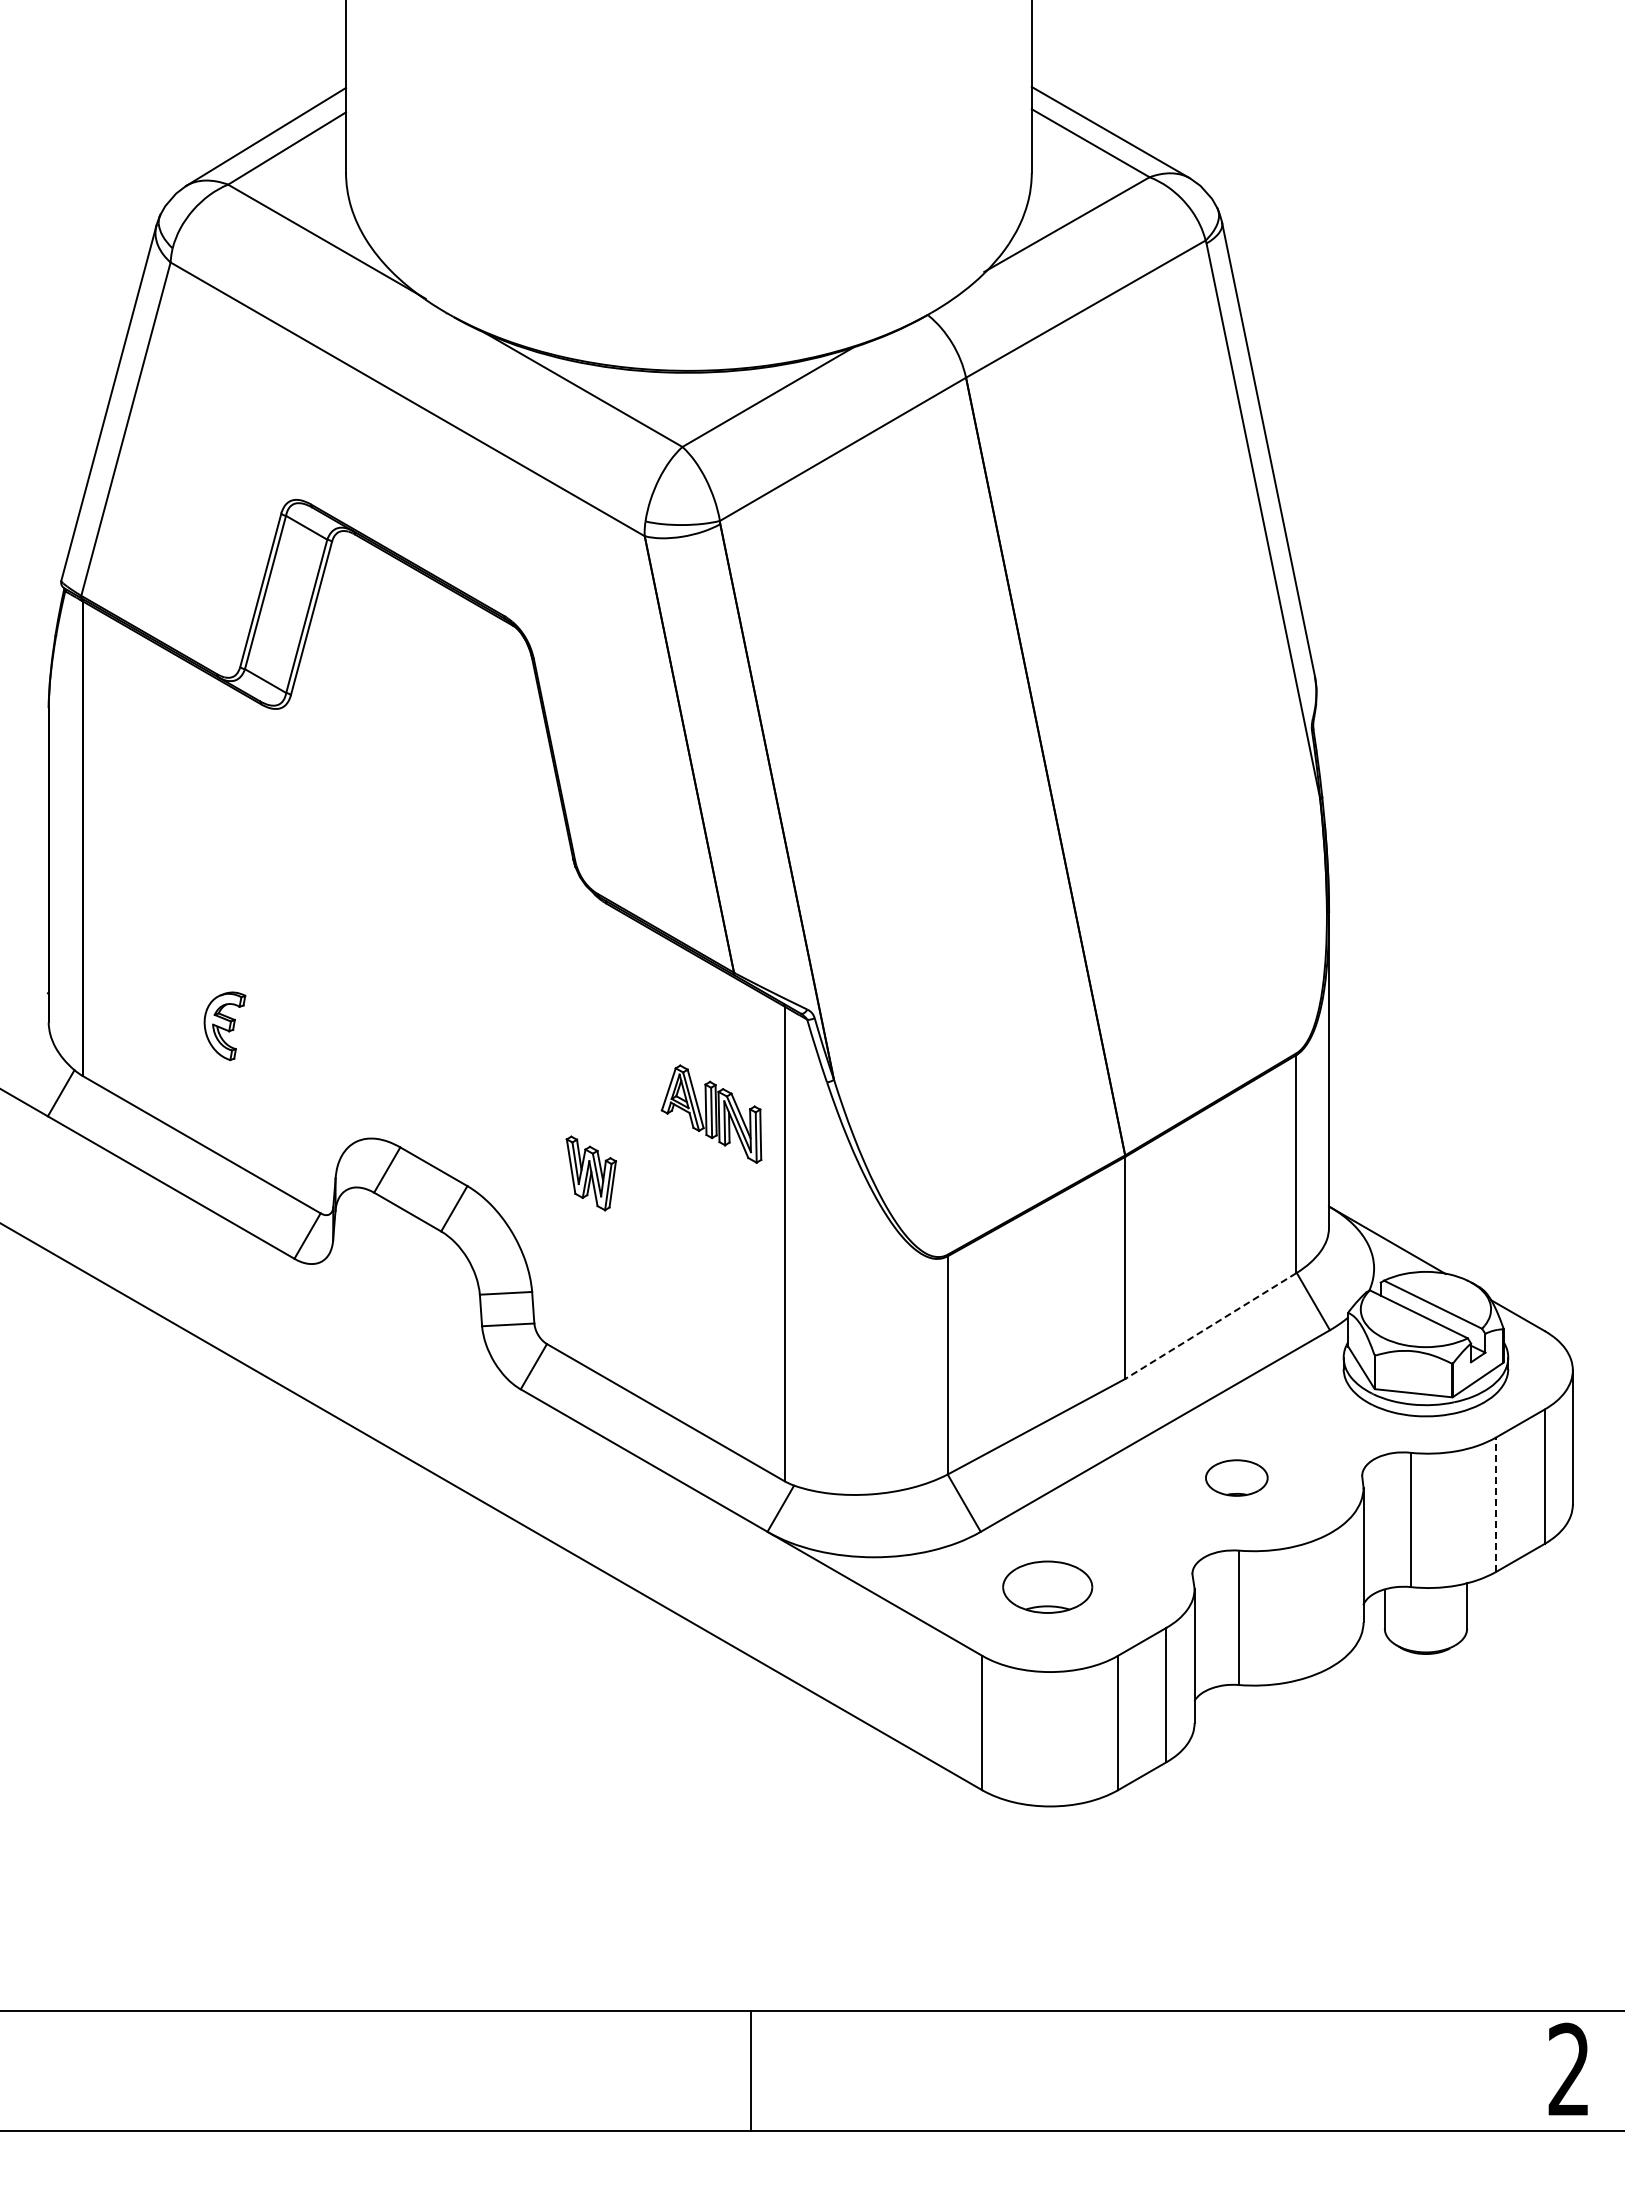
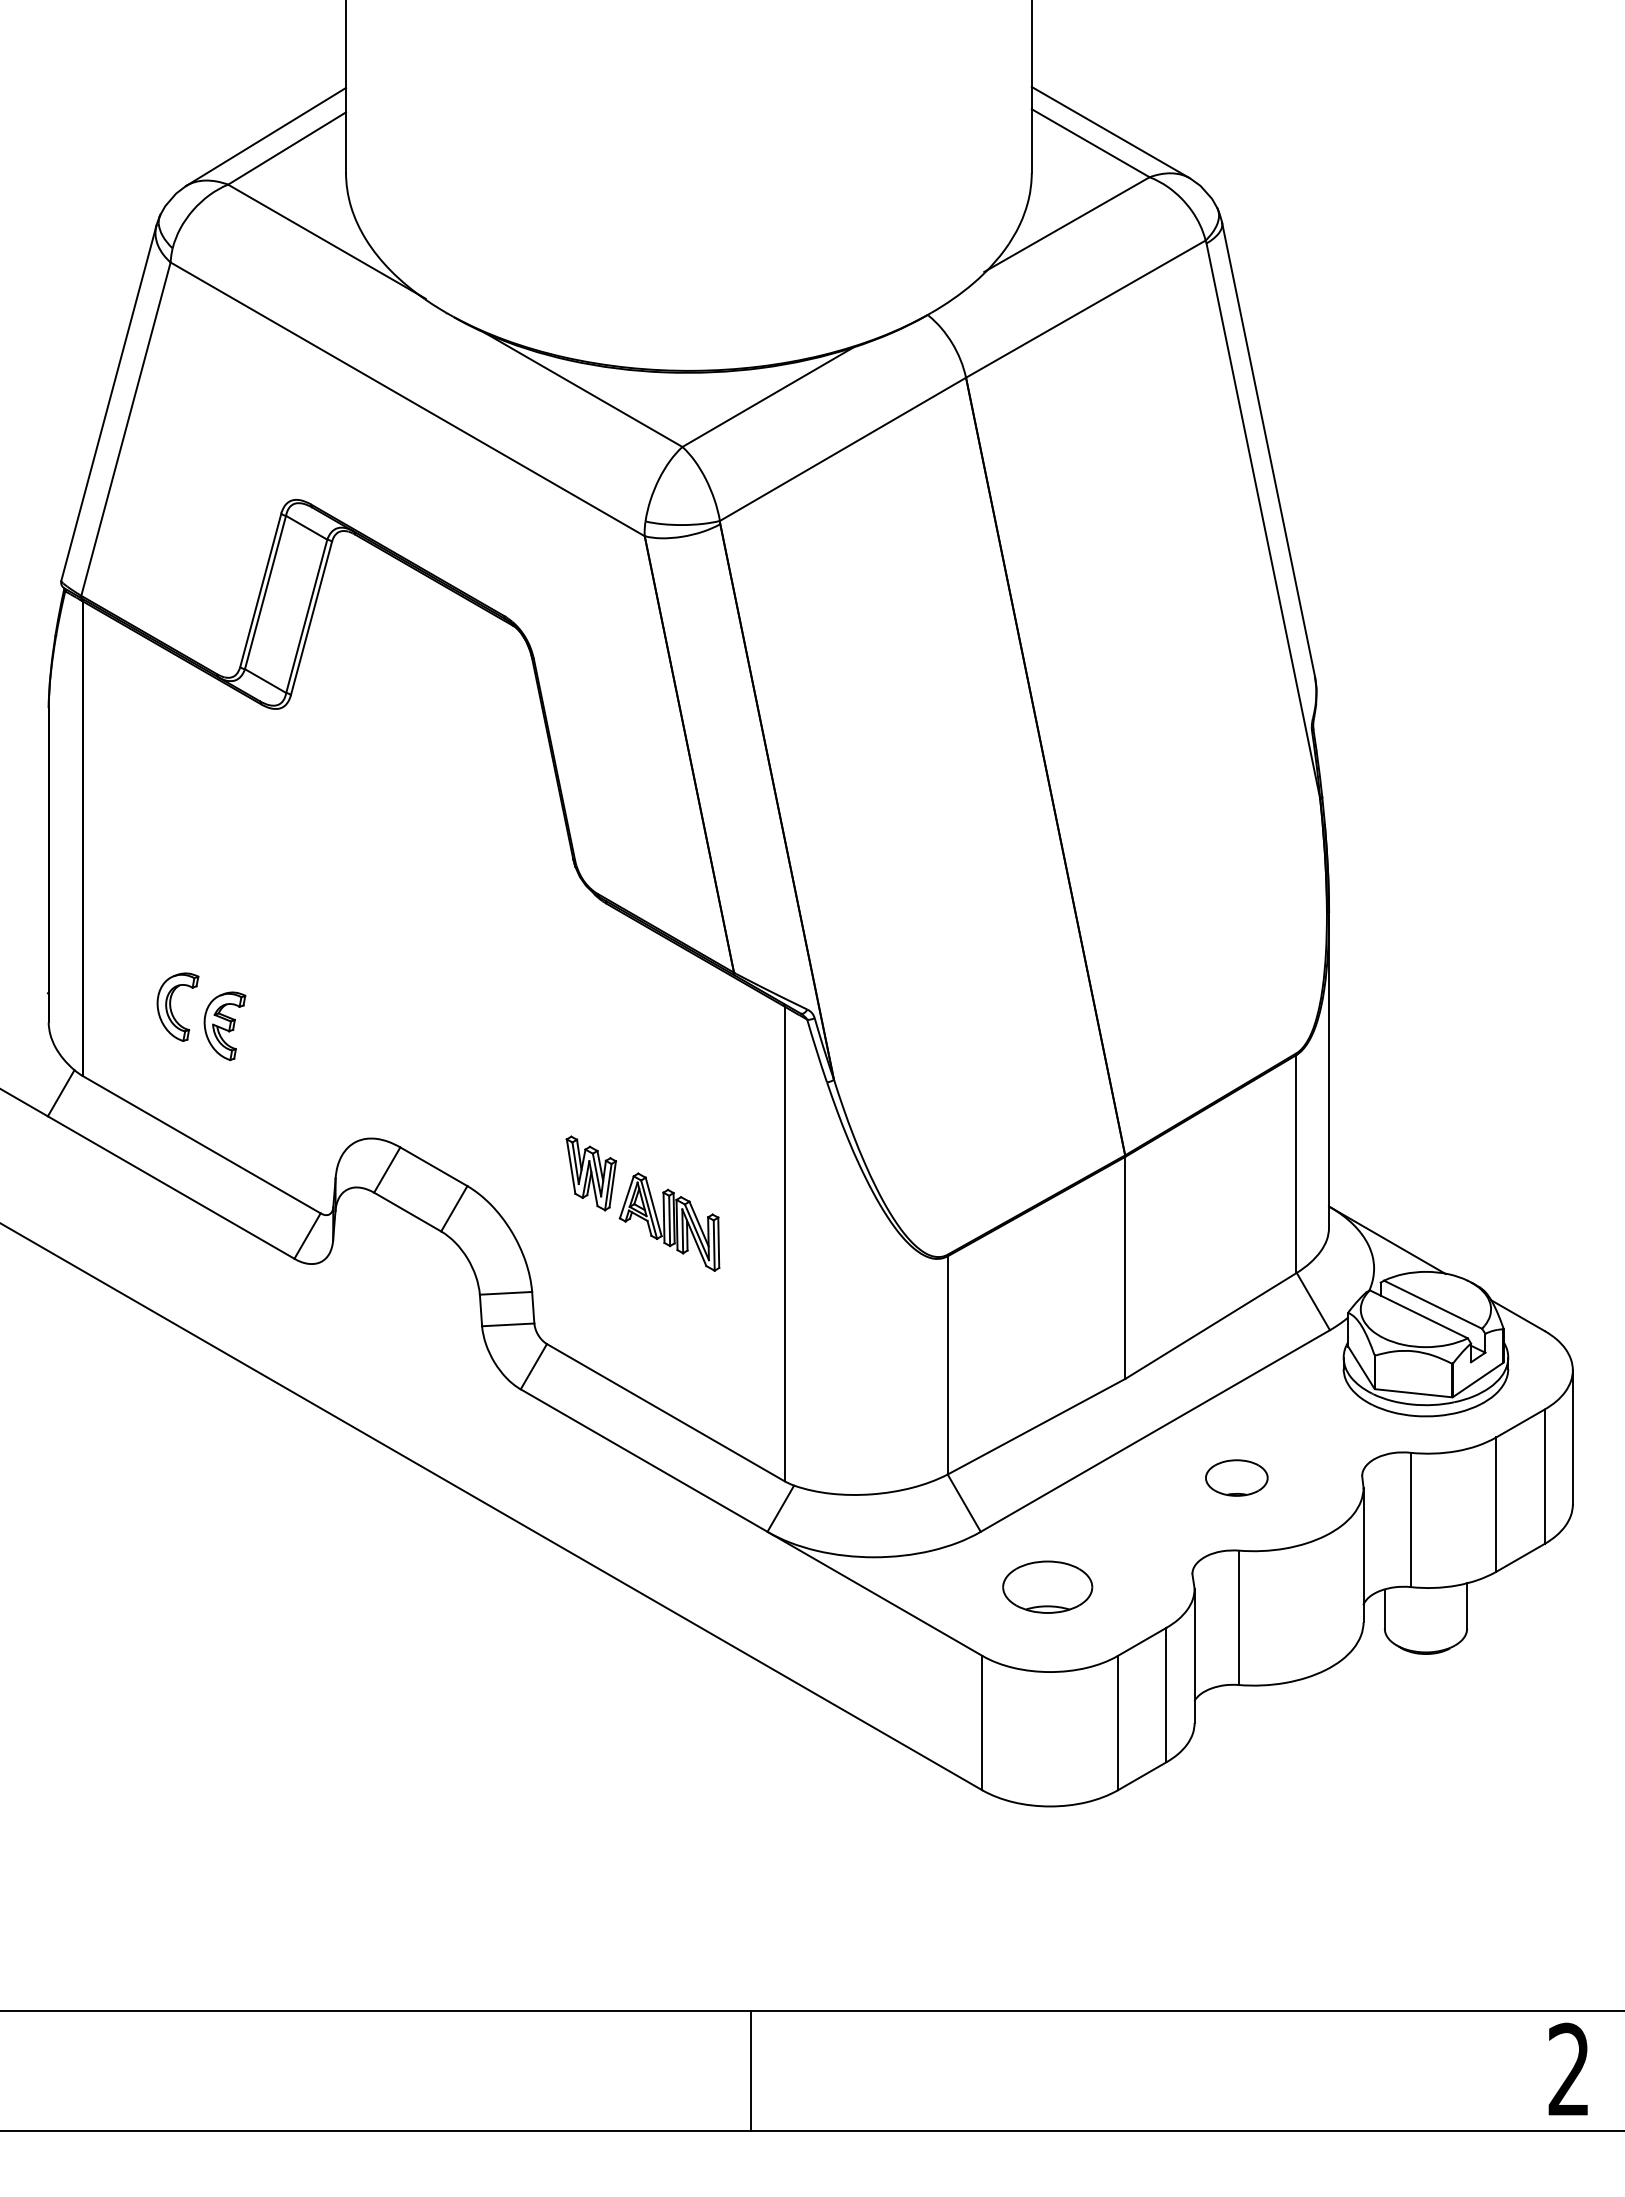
part at (177, 1006): none -> present
part at (711, 1113) position: (711, 1113) -> (669, 1221)
line at (1210, 1326): dashed -> solid
line at (1496, 1504): dashed -> solid
